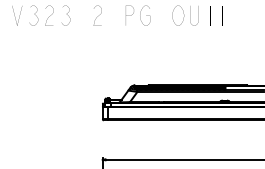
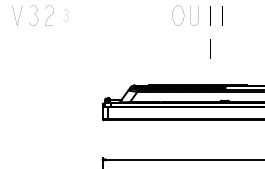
part at (65, 15) size: 10x21 px -> 4x13 px
part at (97, 15): present -> none
part at (137, 15): present -> none
line at (210, 48): none -> present
